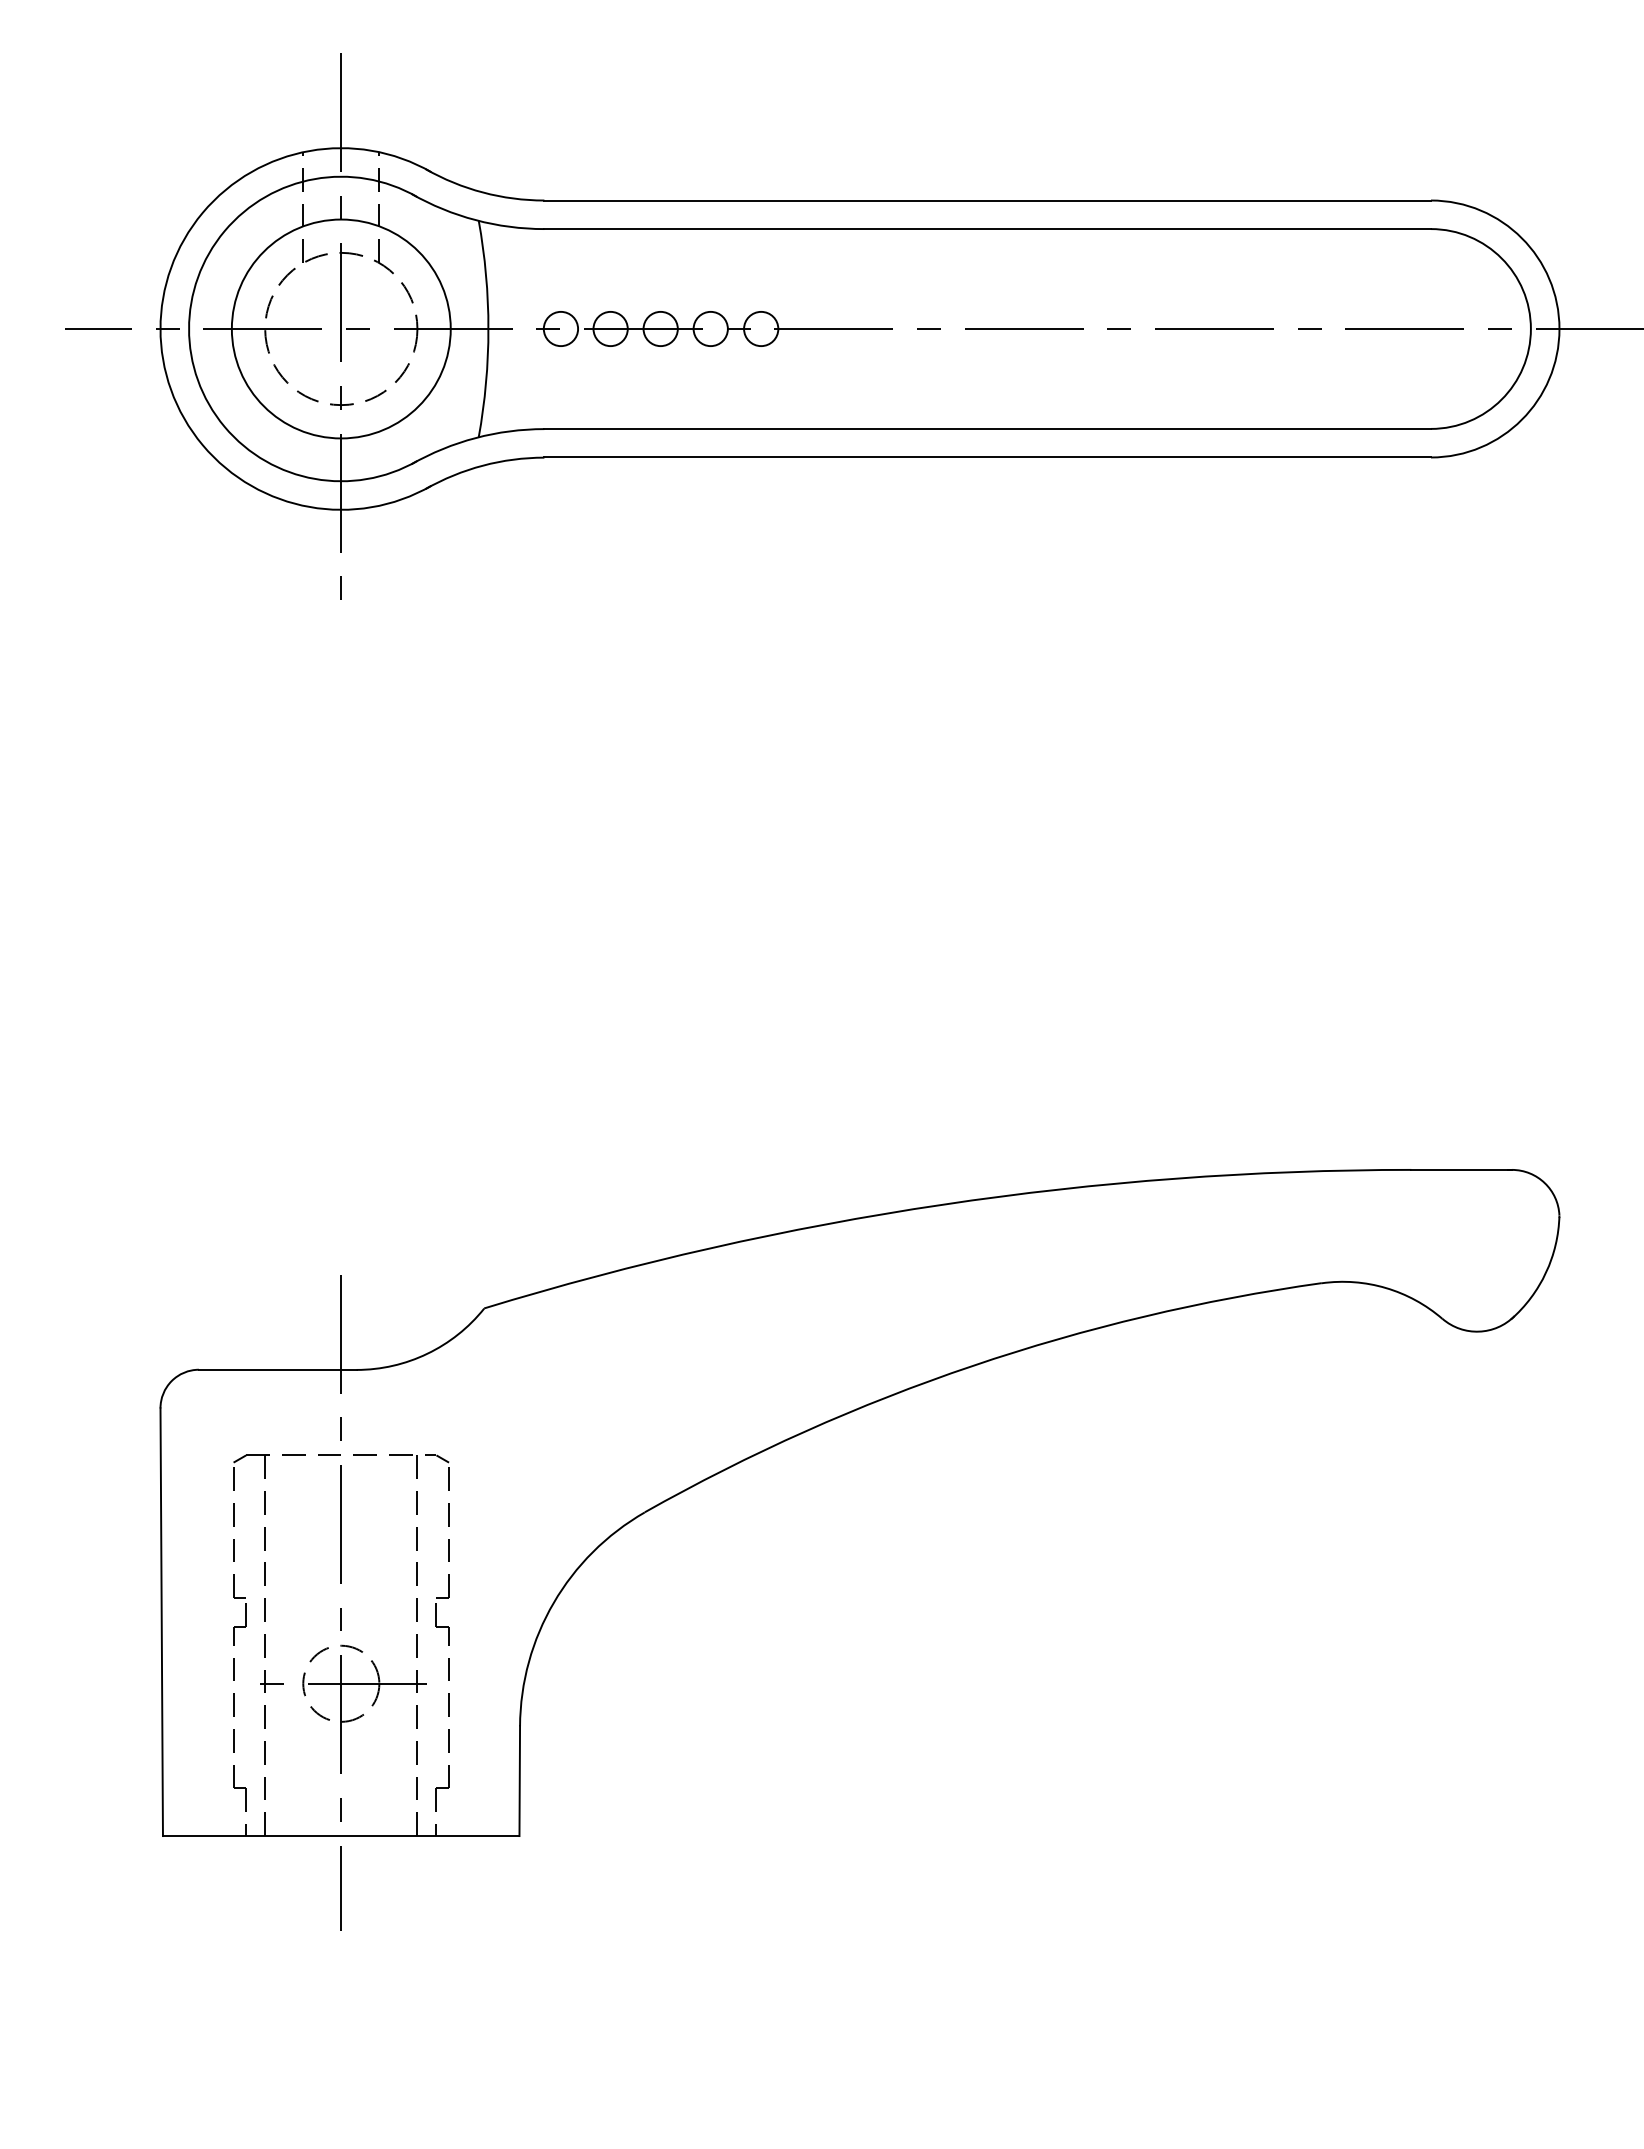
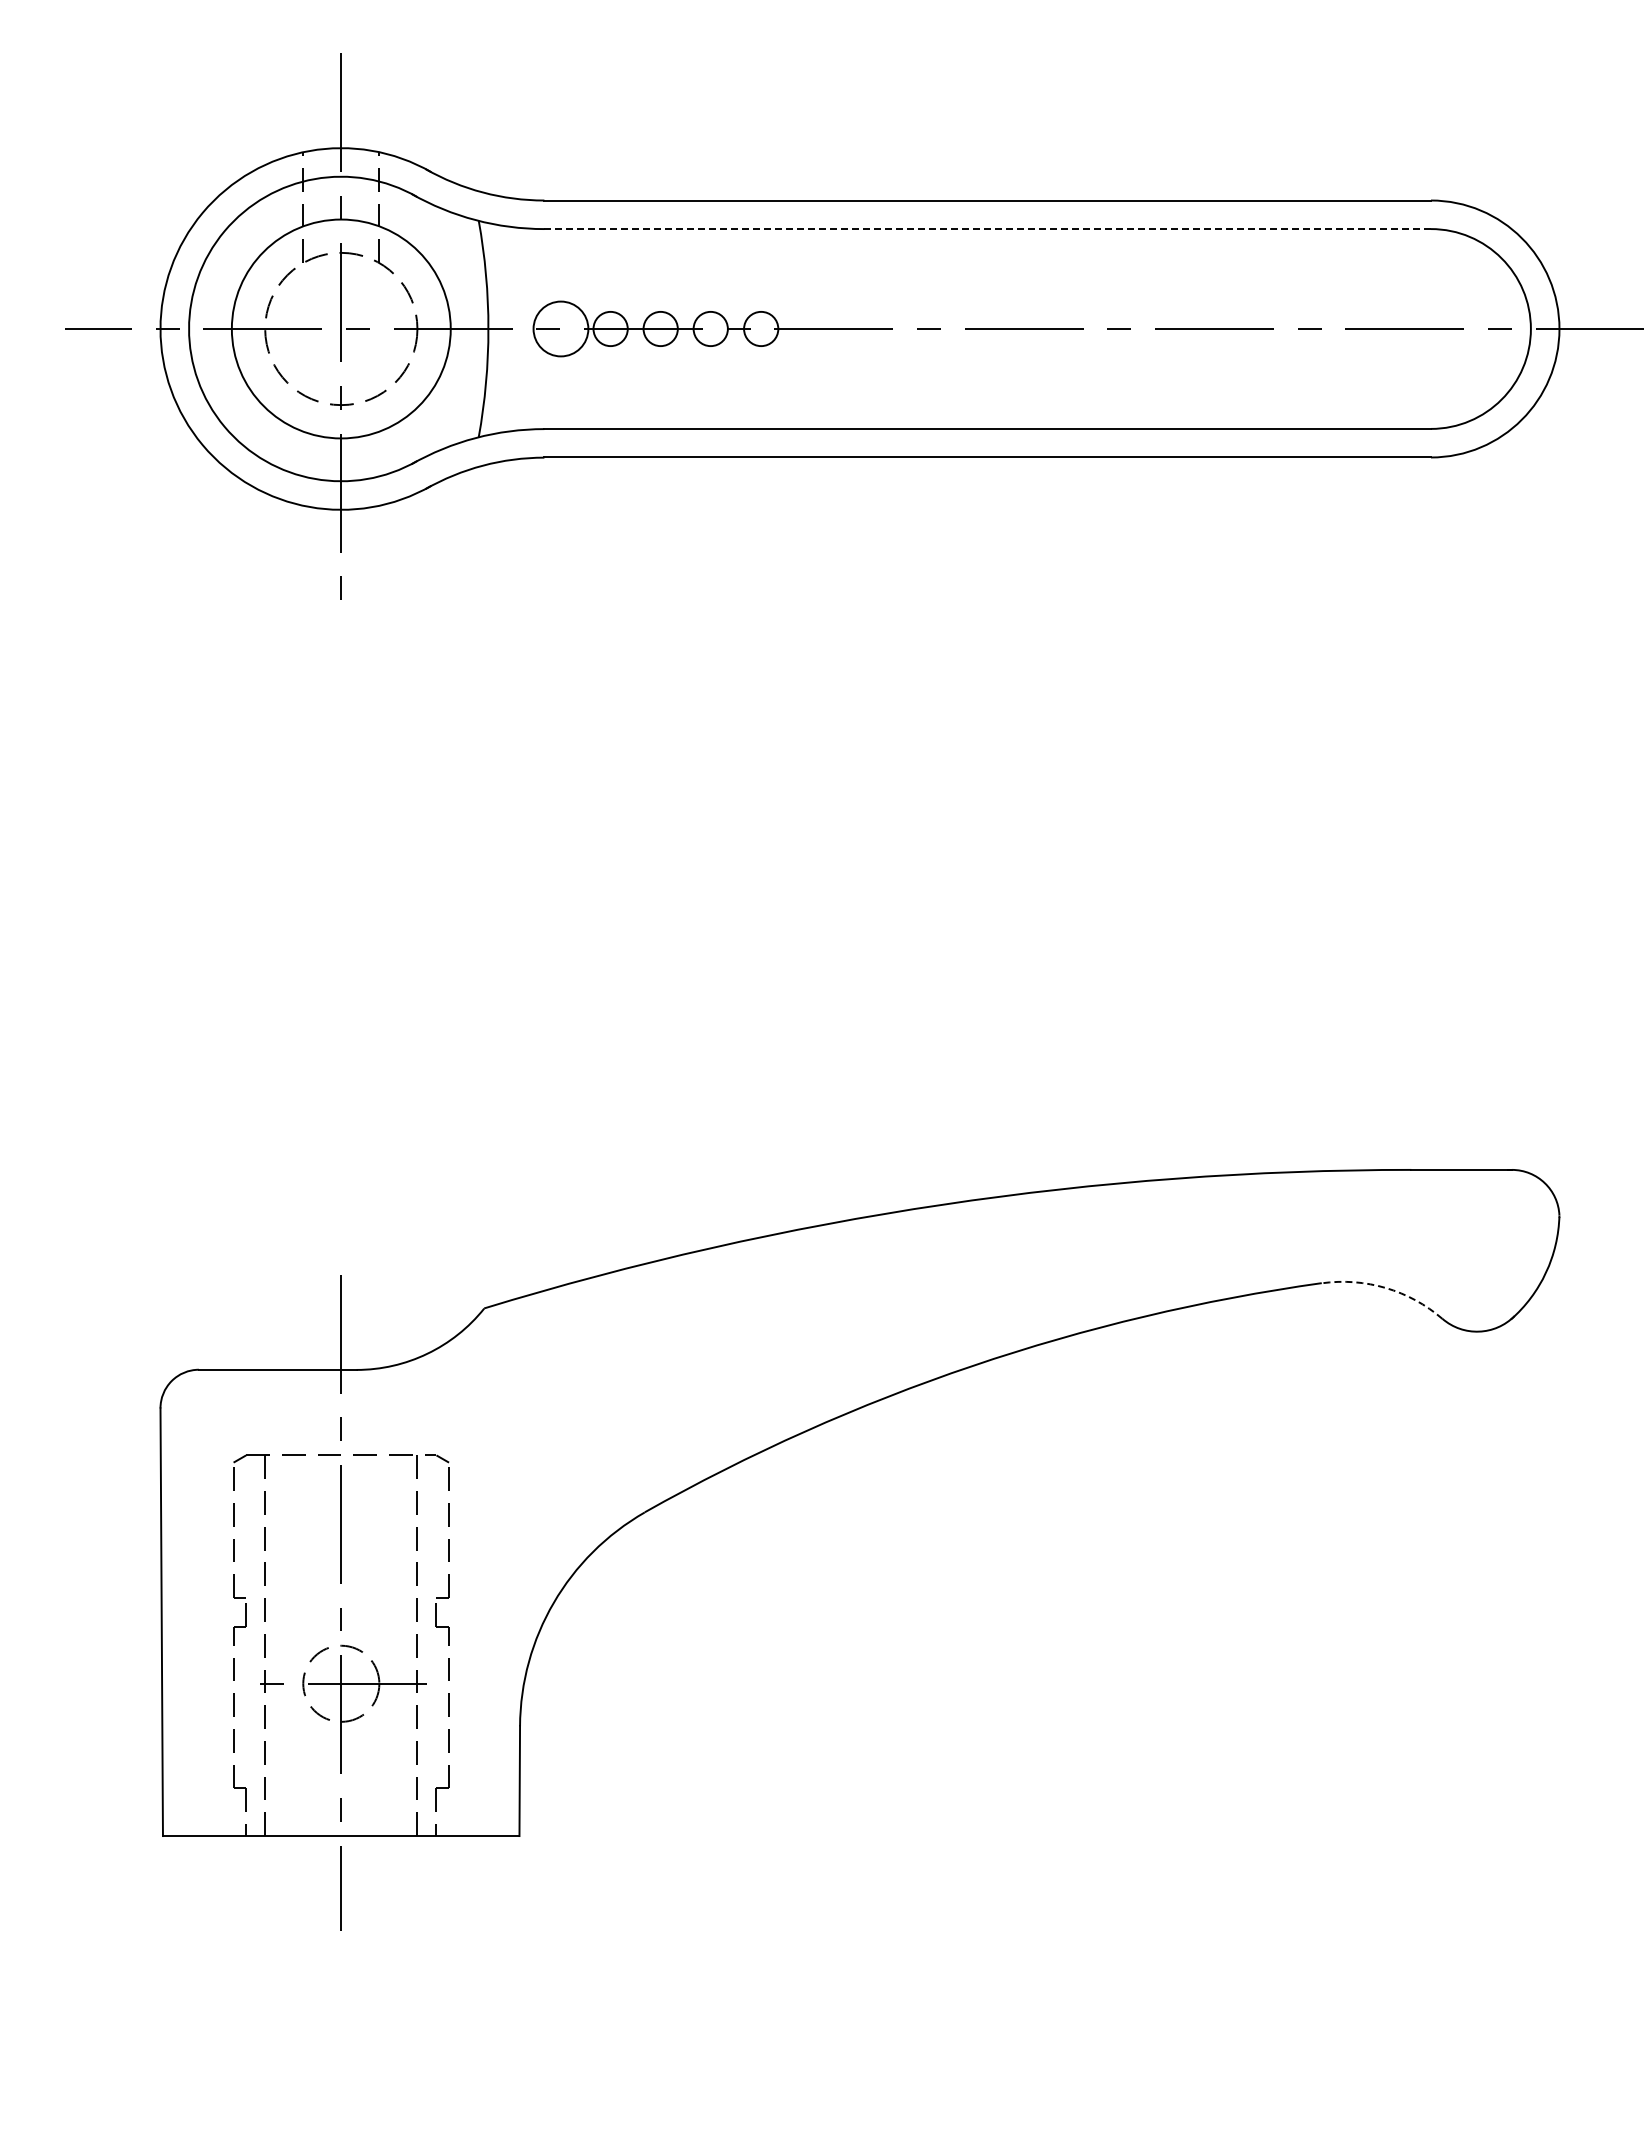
line at (987, 229): solid -> dashed
circle at (560, 328) diameter: 34 px -> 55 px
arc at (1385, 1288): solid -> dashed
